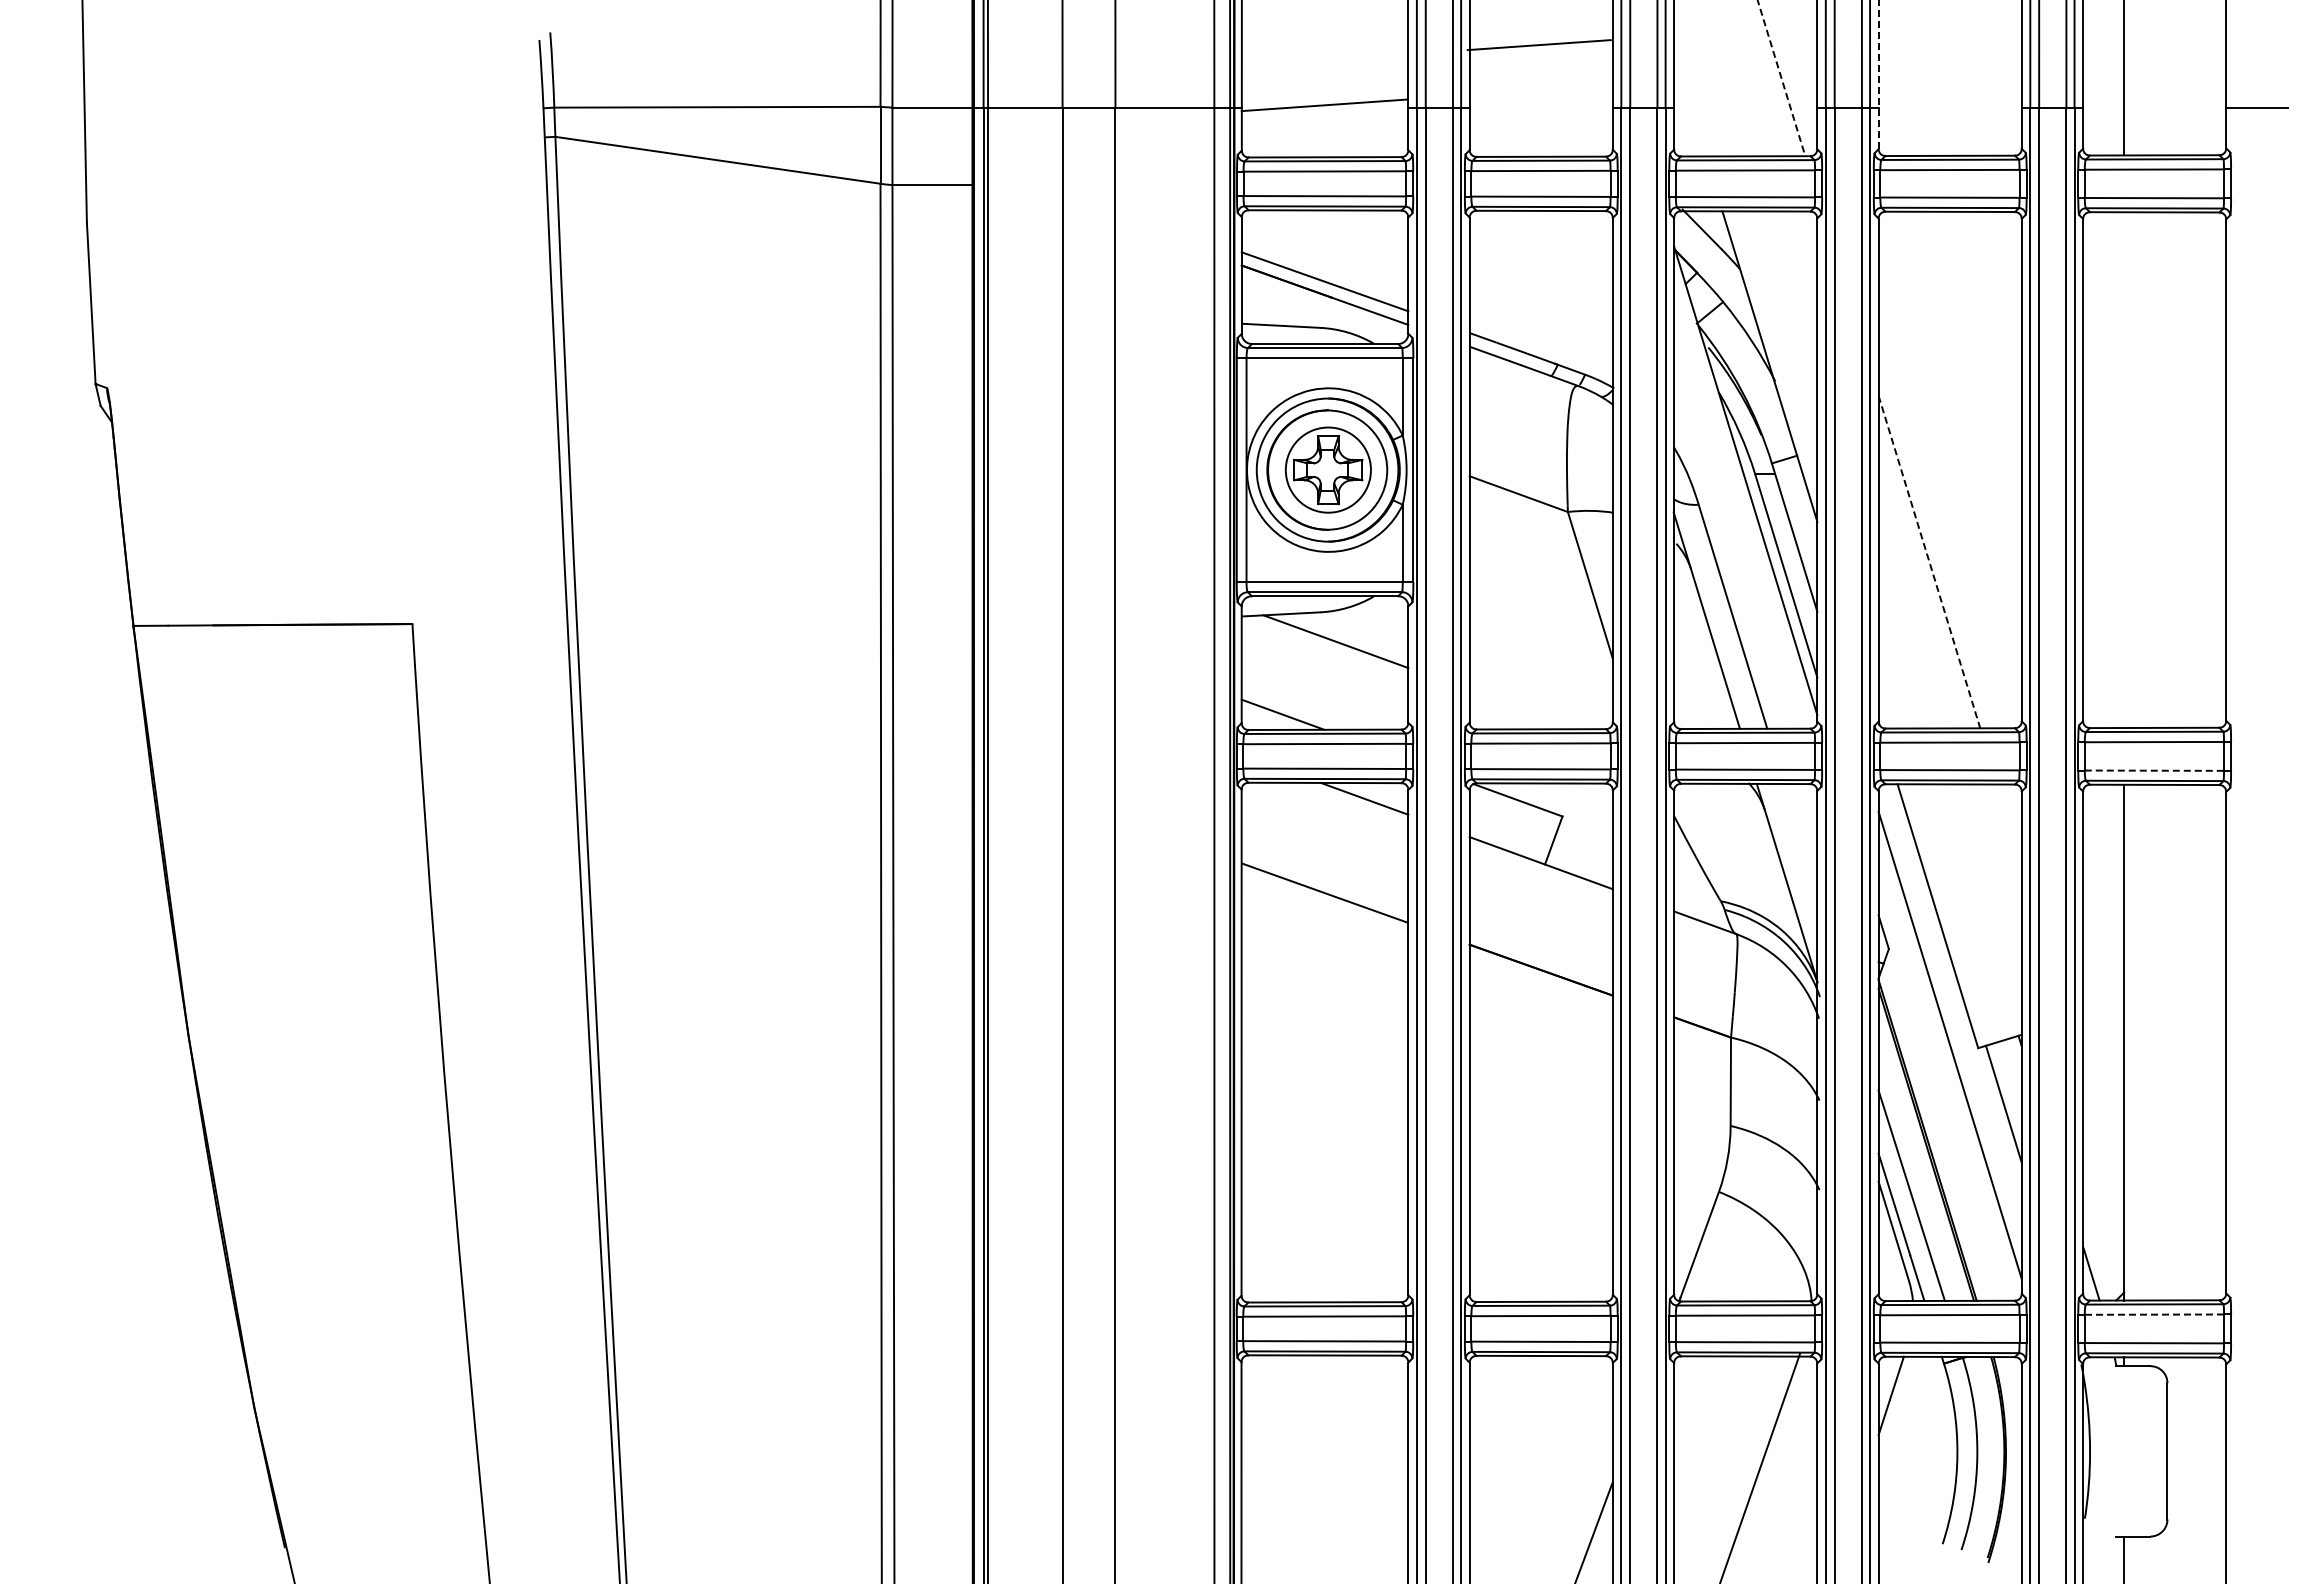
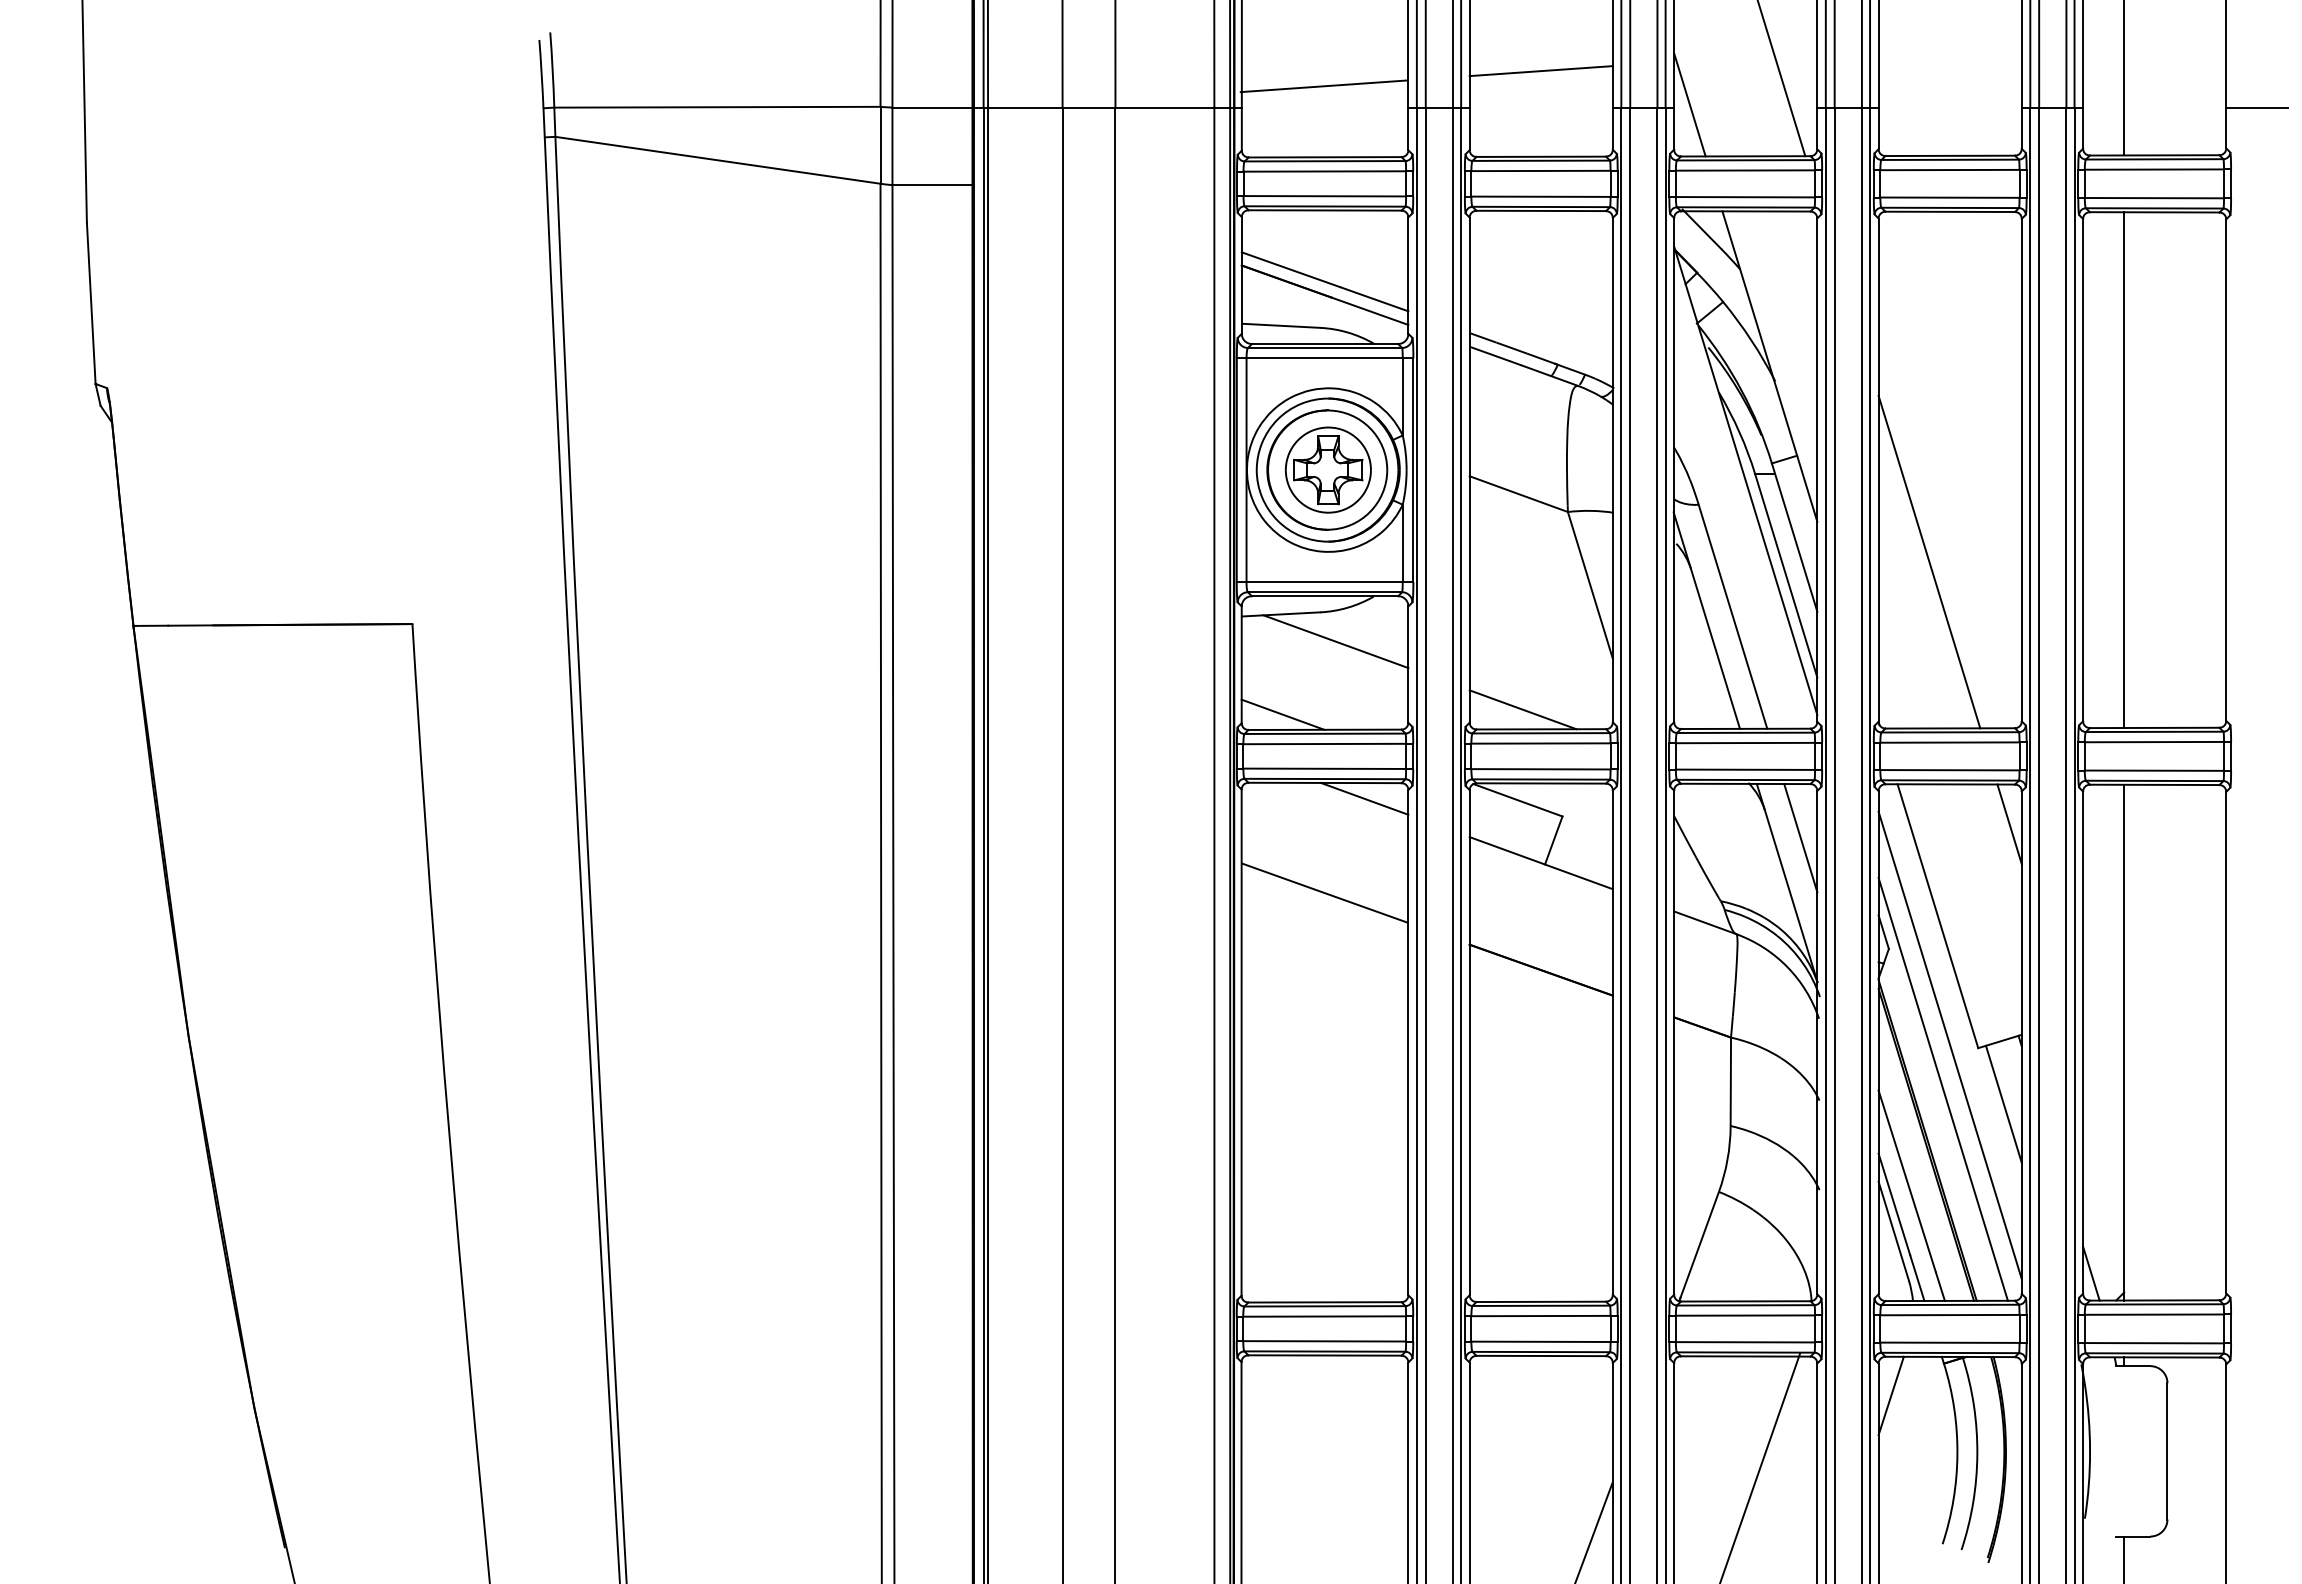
line at (1538, 45) position: (1538, 45) -> (1540, 71)
line at (1878, 74): dashed -> solid
line at (1781, 78): dashed -> solid
line at (1689, 104): none -> present
line at (1324, 105) position: (1324, 105) -> (1323, 86)
line at (2124, 470): none -> present
line at (1929, 562): dashed -> solid
line at (1522, 709): none -> present
line at (2154, 770): dashed -> solid
line at (2009, 824): none -> present
line at (1800, 838): none -> present
line at (1942, 1088): none -> present
line at (2154, 1314): dashed -> solid
